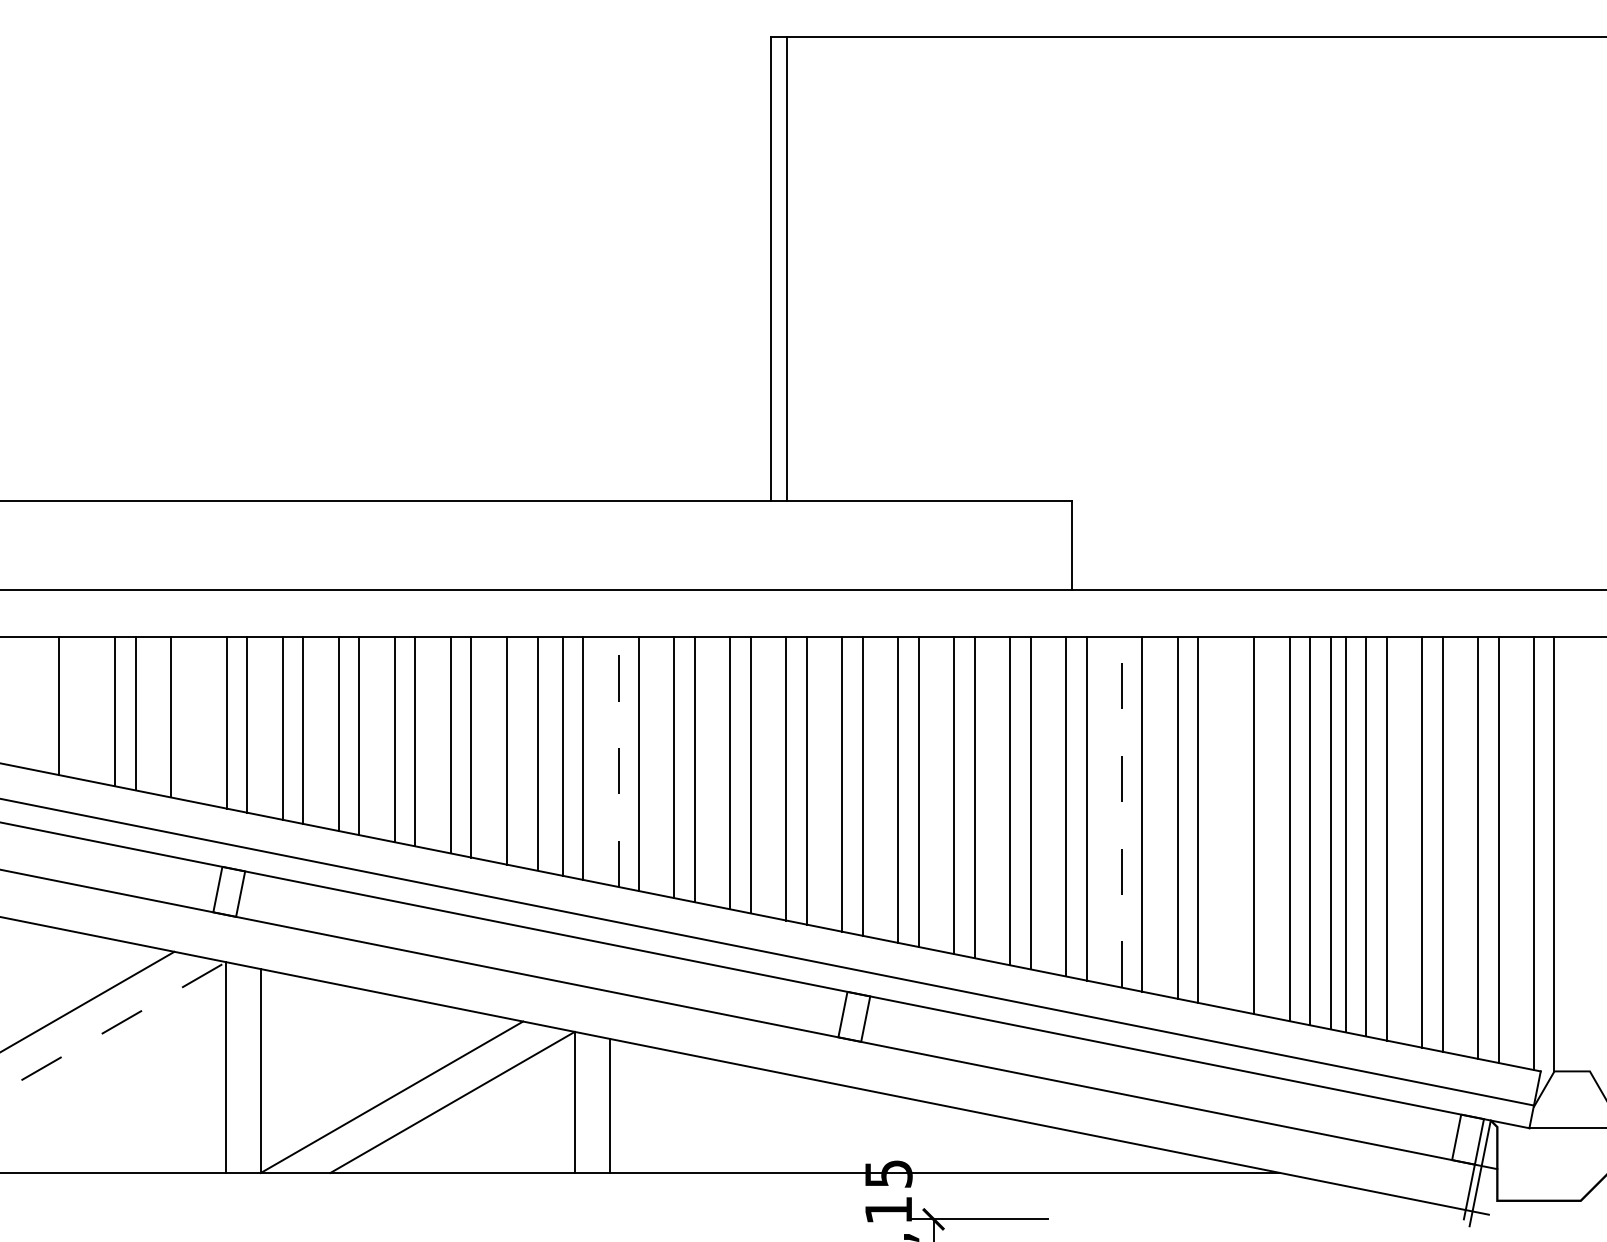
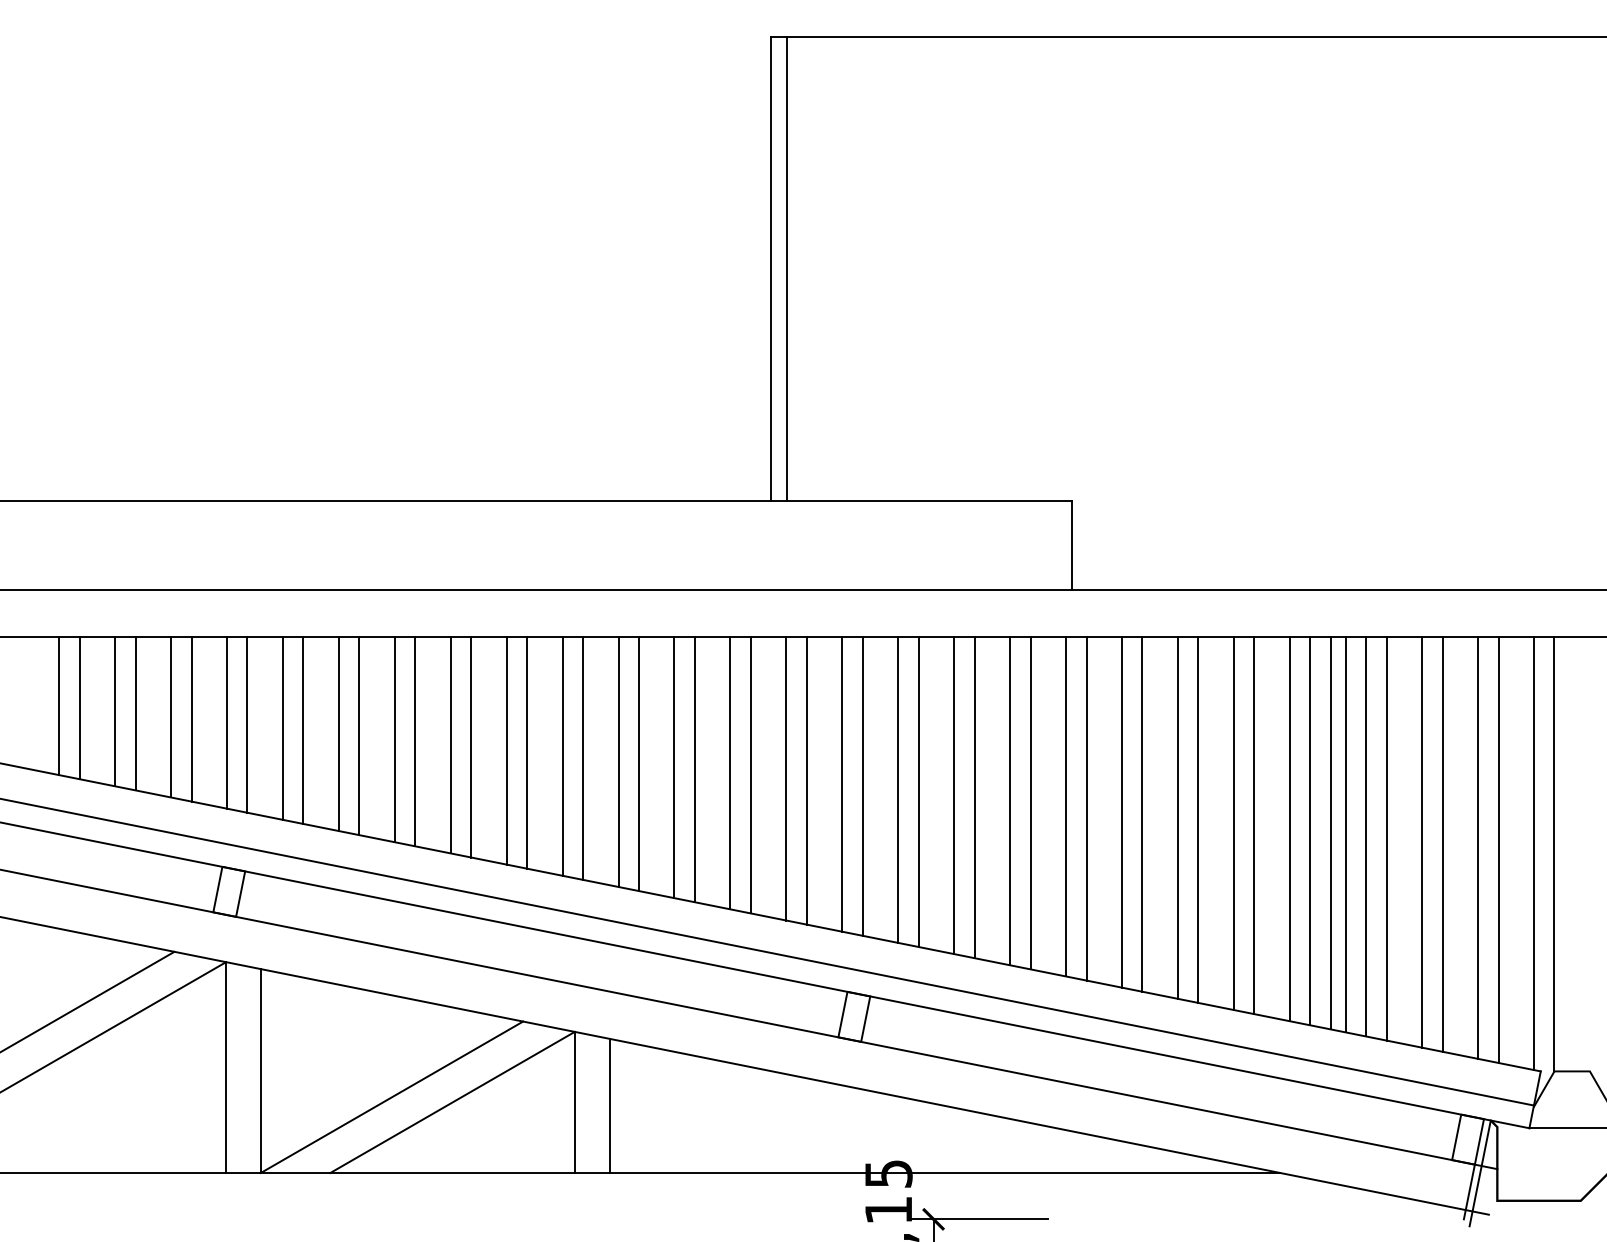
line at (79, 707): none -> present
line at (191, 718): none -> present
line at (538, 752) position: (538, 752) -> (527, 752)
line at (618, 761): dashed -> solid
line at (1121, 811): dashed -> solid
line at (1233, 823): none -> present
line at (113, 1027): dashed -> solid
